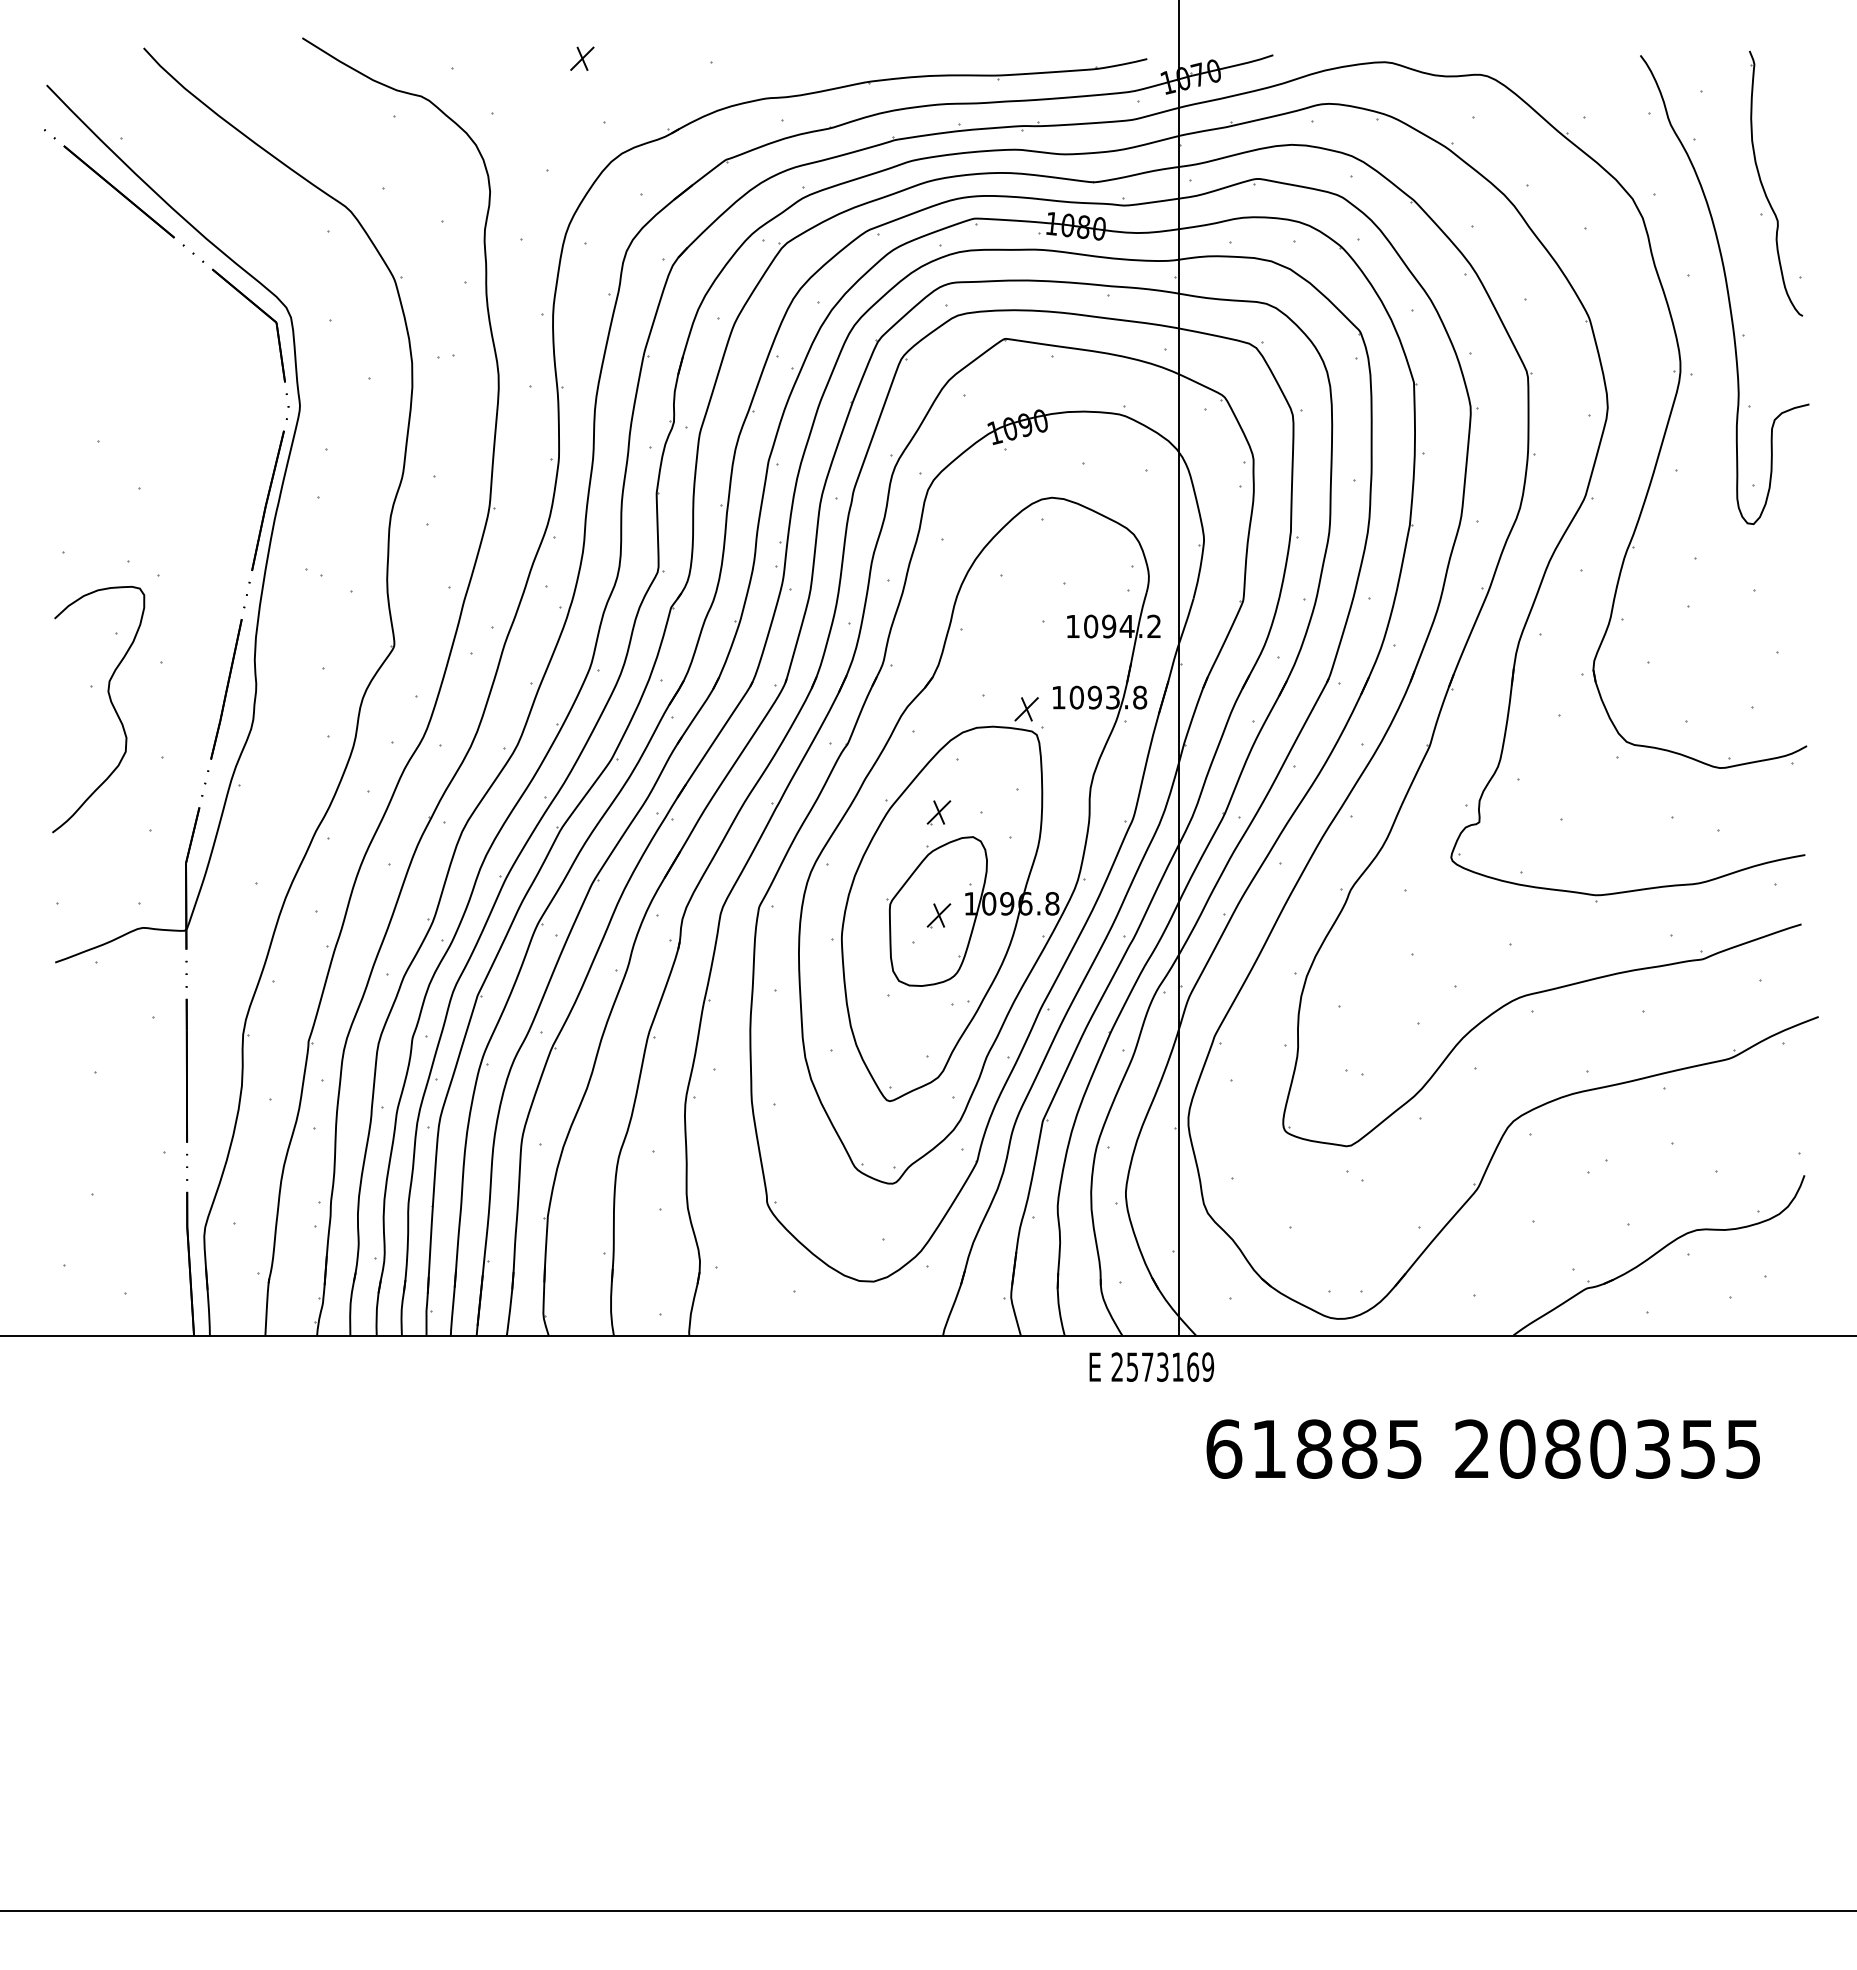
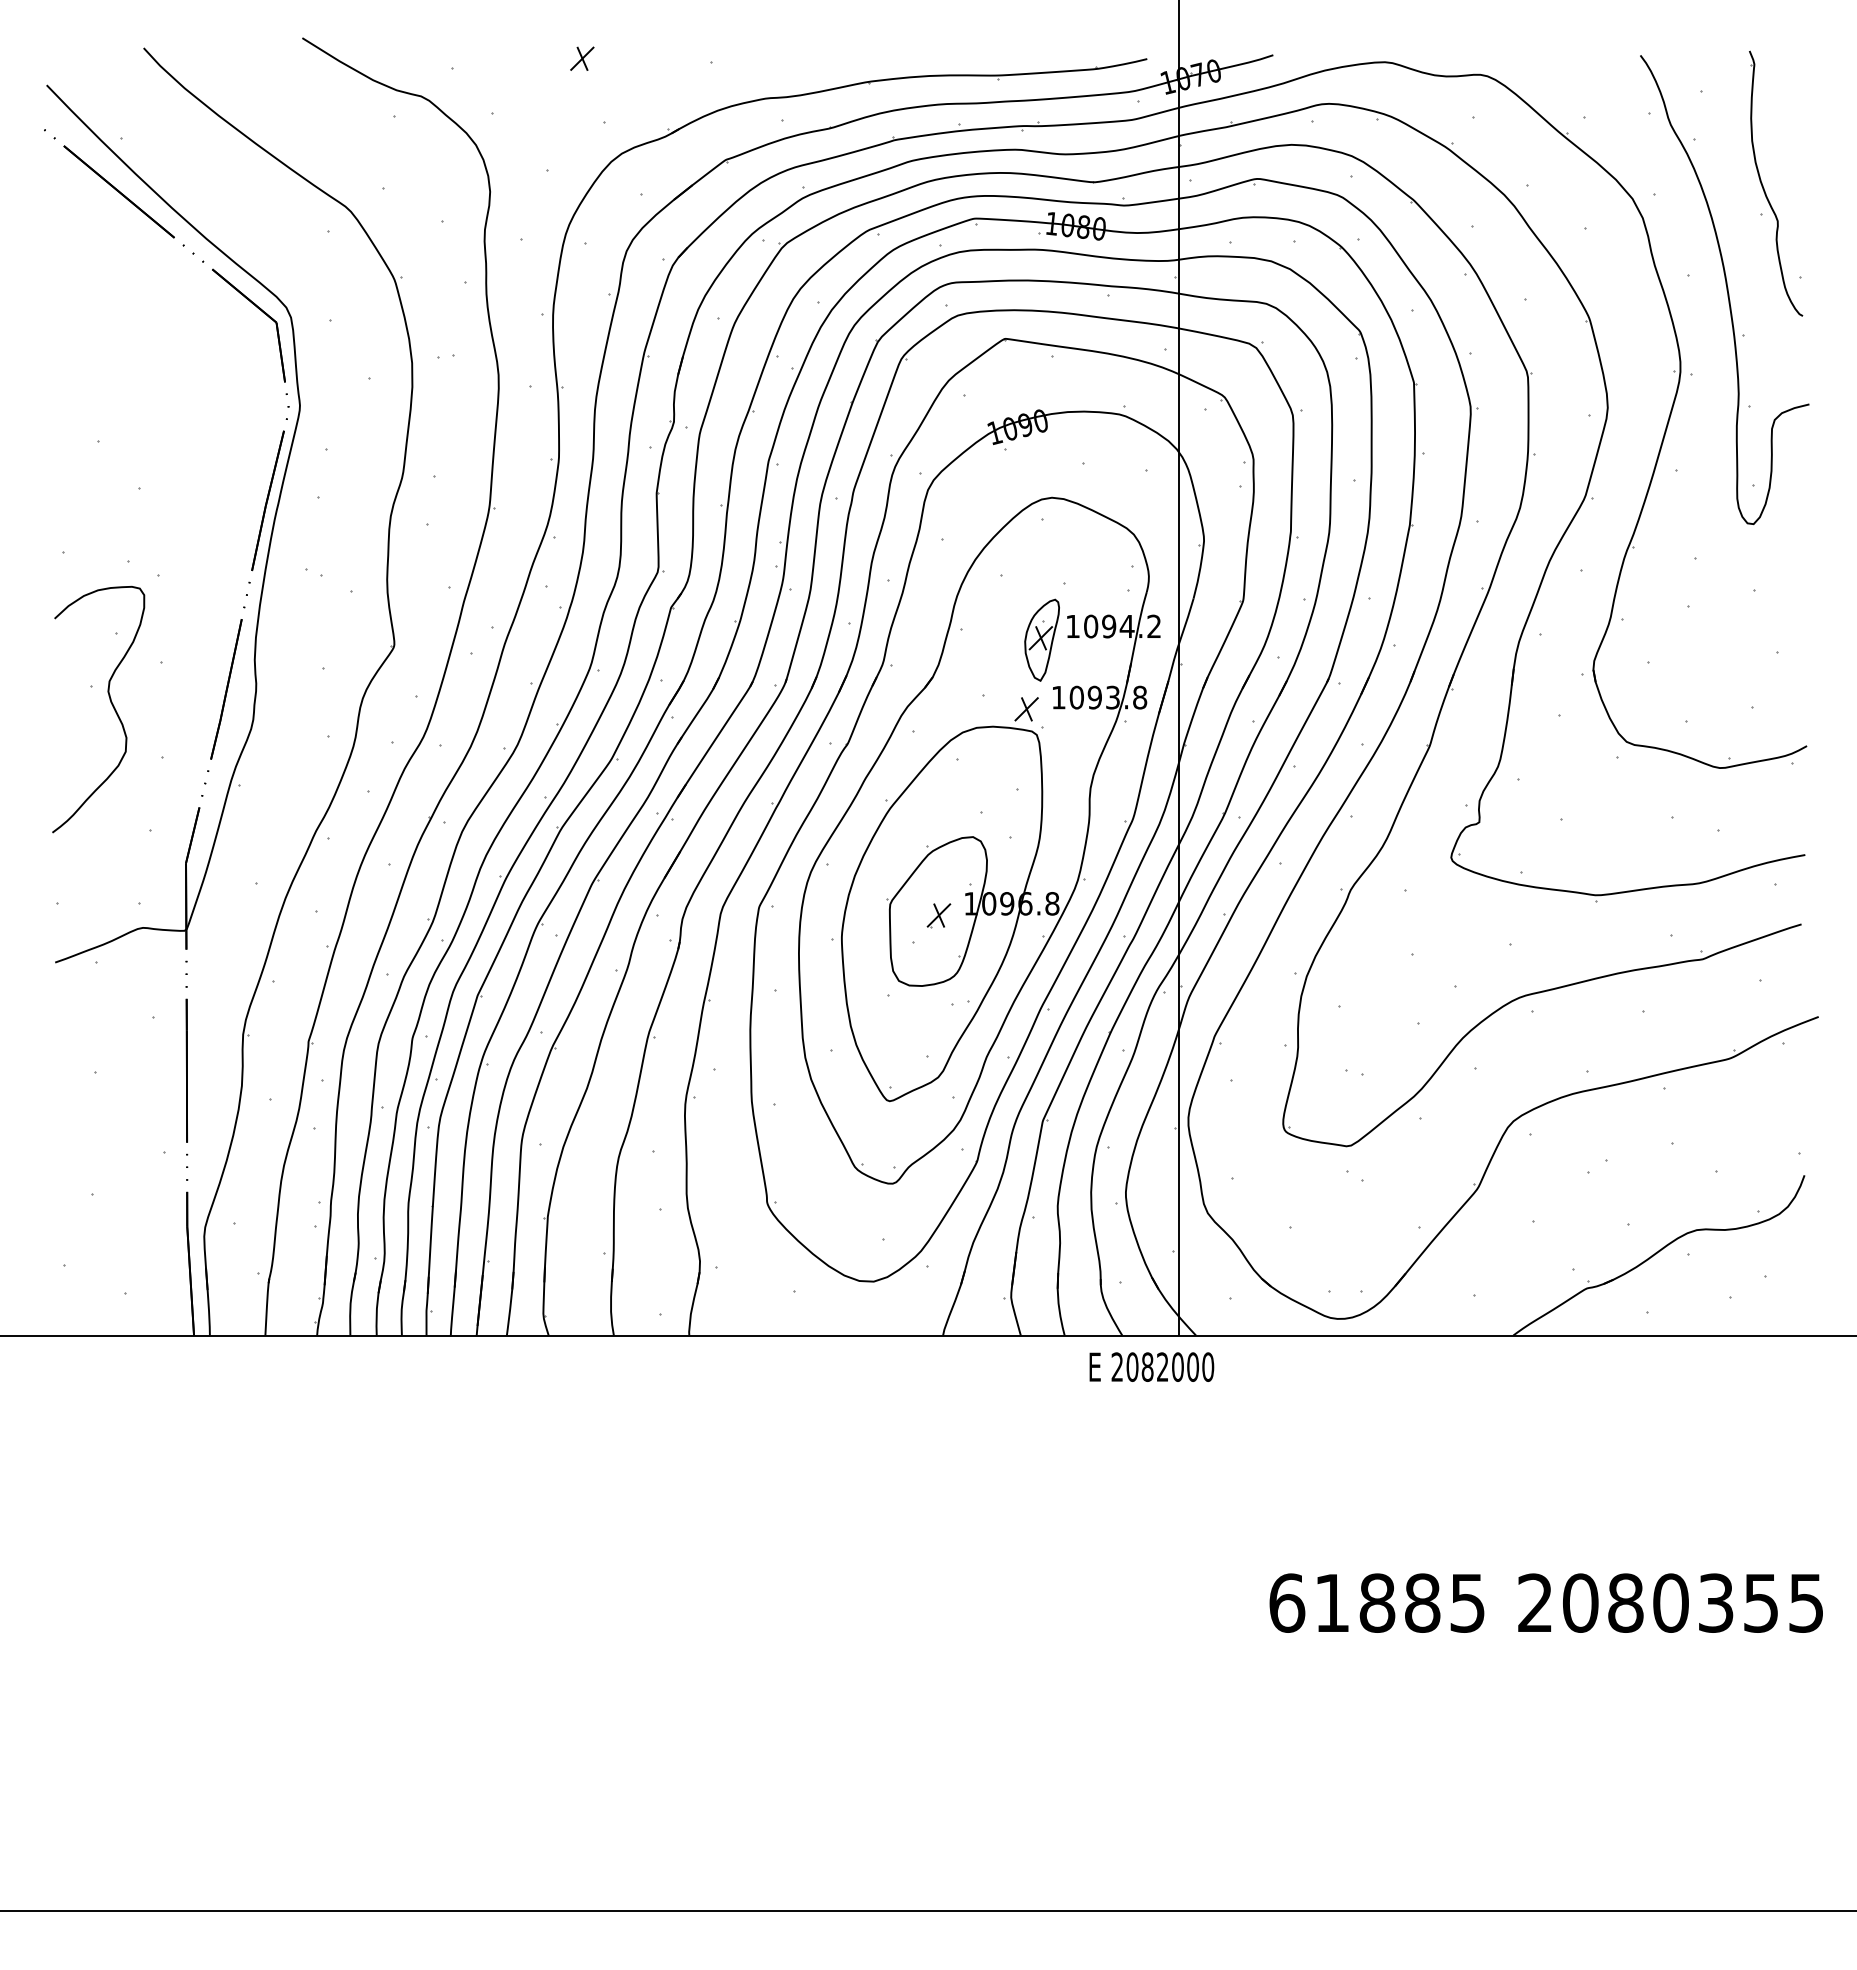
part at (1041, 639): none -> present
part at (938, 812): present -> none
text at (1170, 1366): 2573169 -> 2082000
text at (1482, 1448) position: (1482, 1448) -> (1545, 1602)
